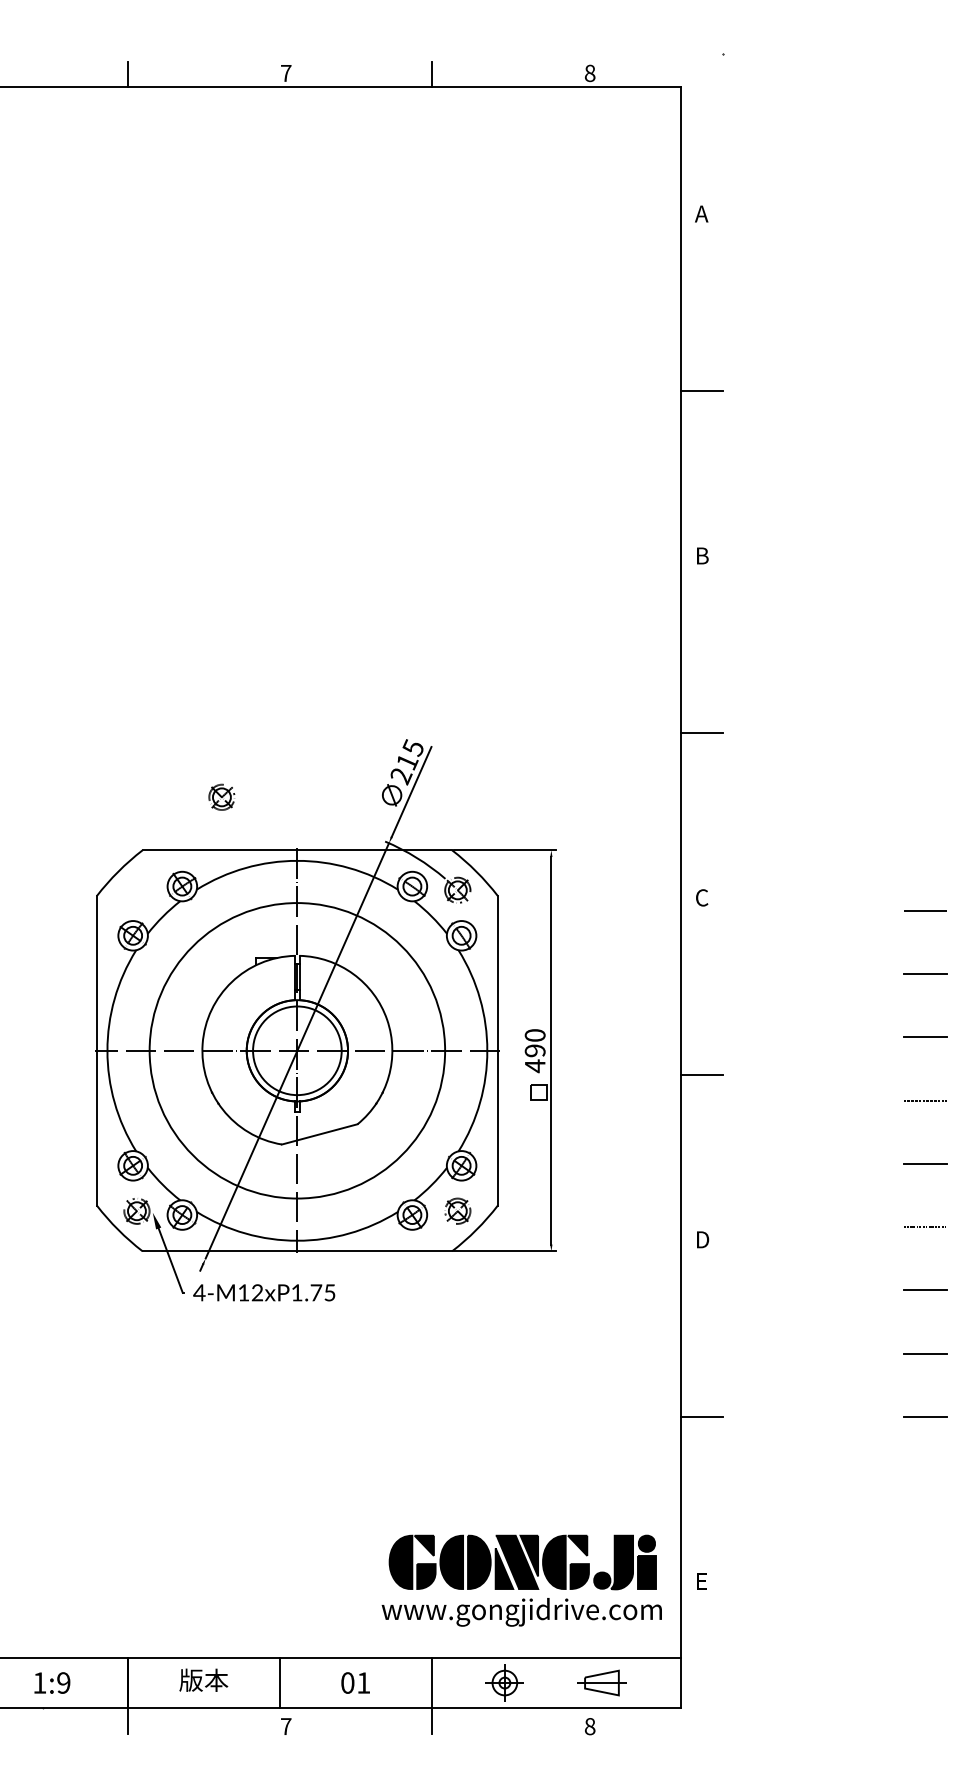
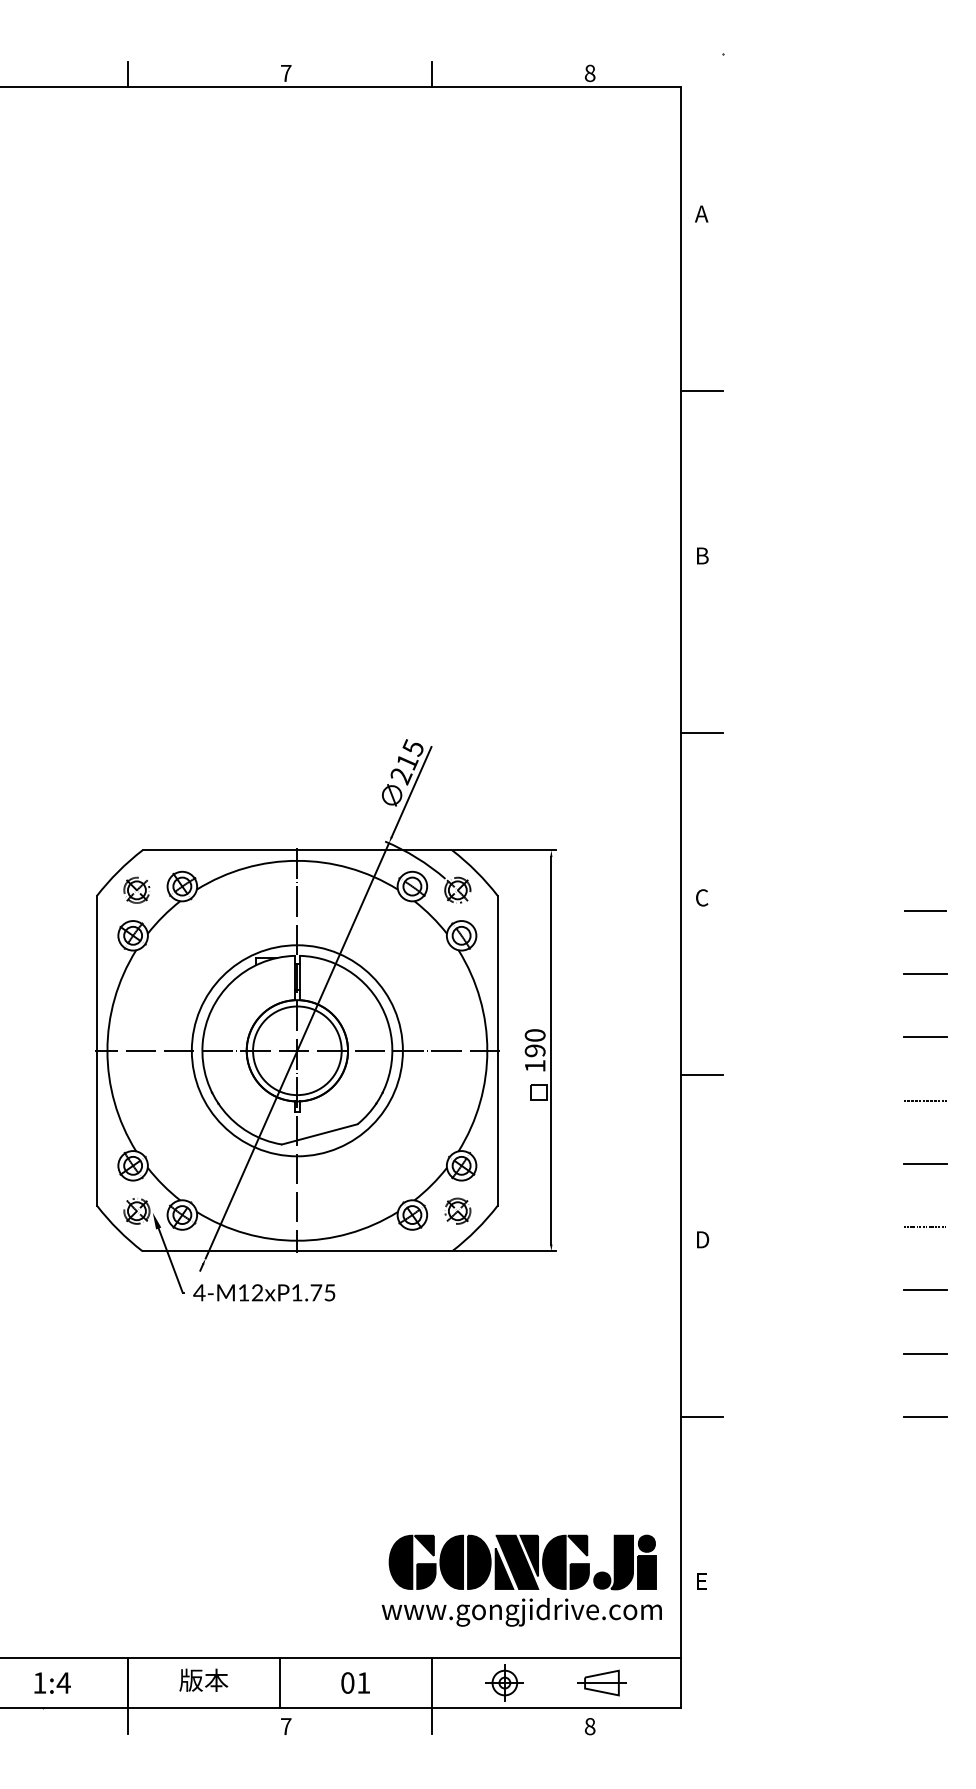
part at (221, 796) position: (221, 796) -> (136, 889)
circle at (297, 1050) diameter: 295 px -> 211 px
text at (535, 1066): 490 -> 190
text at (63, 1682): 1:9 -> 1:4
